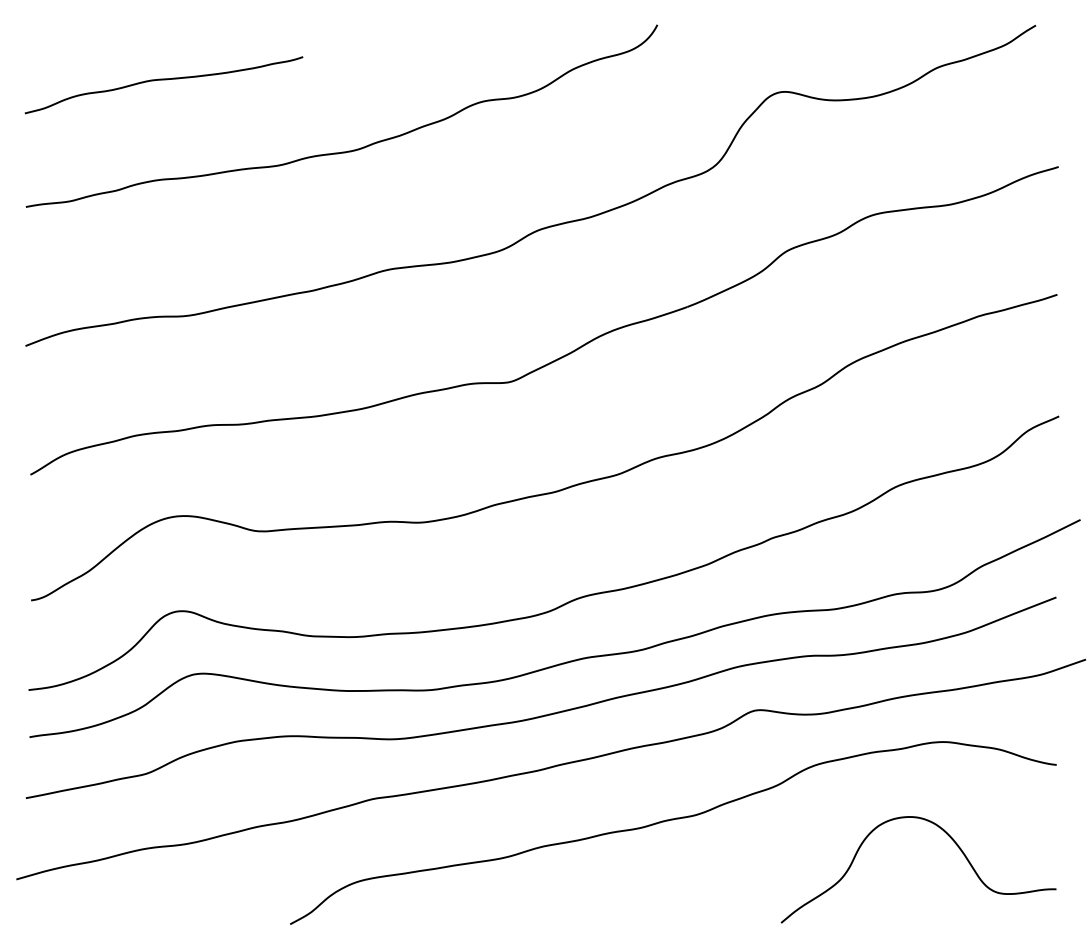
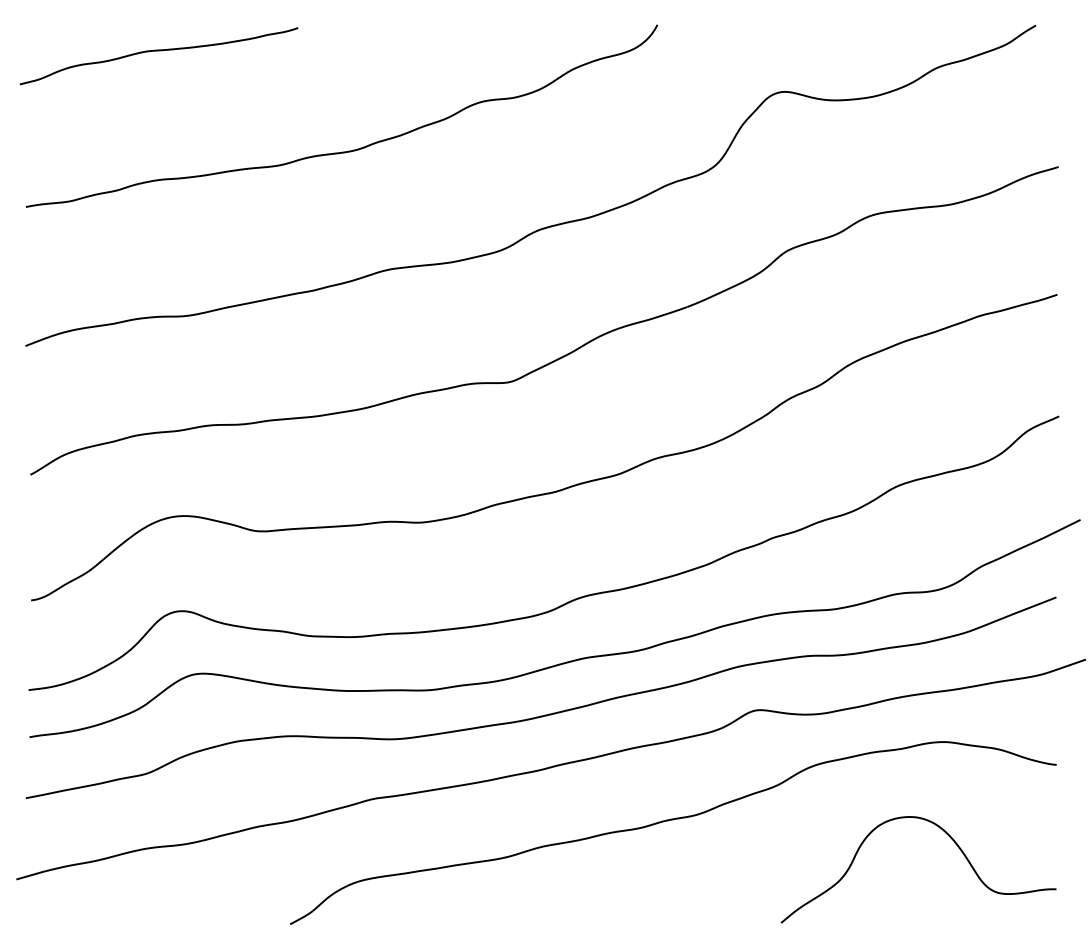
curve at (163, 80) position: (163, 80) -> (158, 51)
